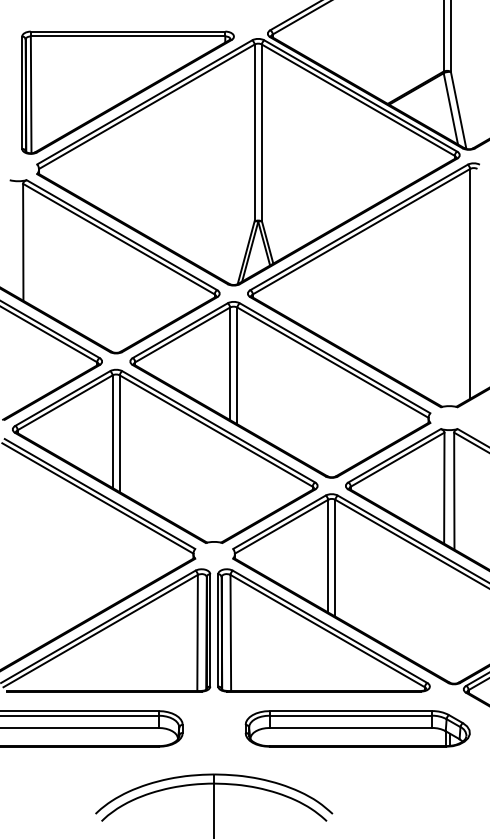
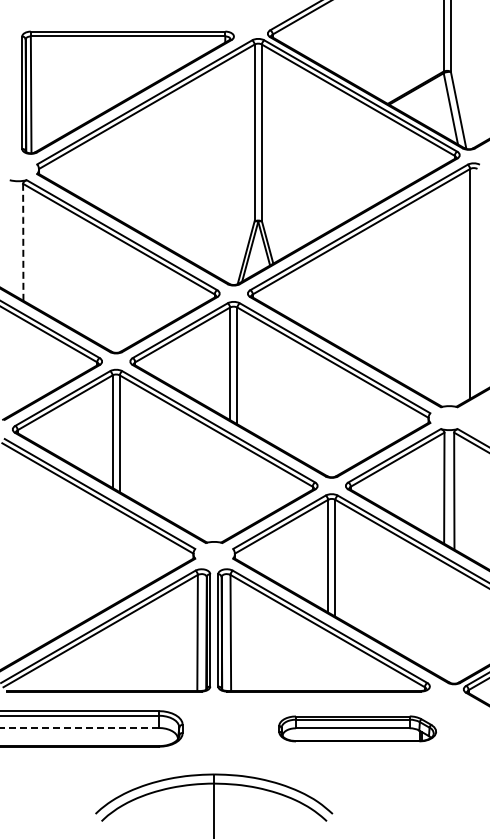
line at (23, 242): solid -> dashed
line at (79, 727): solid -> dashed
part at (357, 728) size: 227x38 px -> 159x28 px
